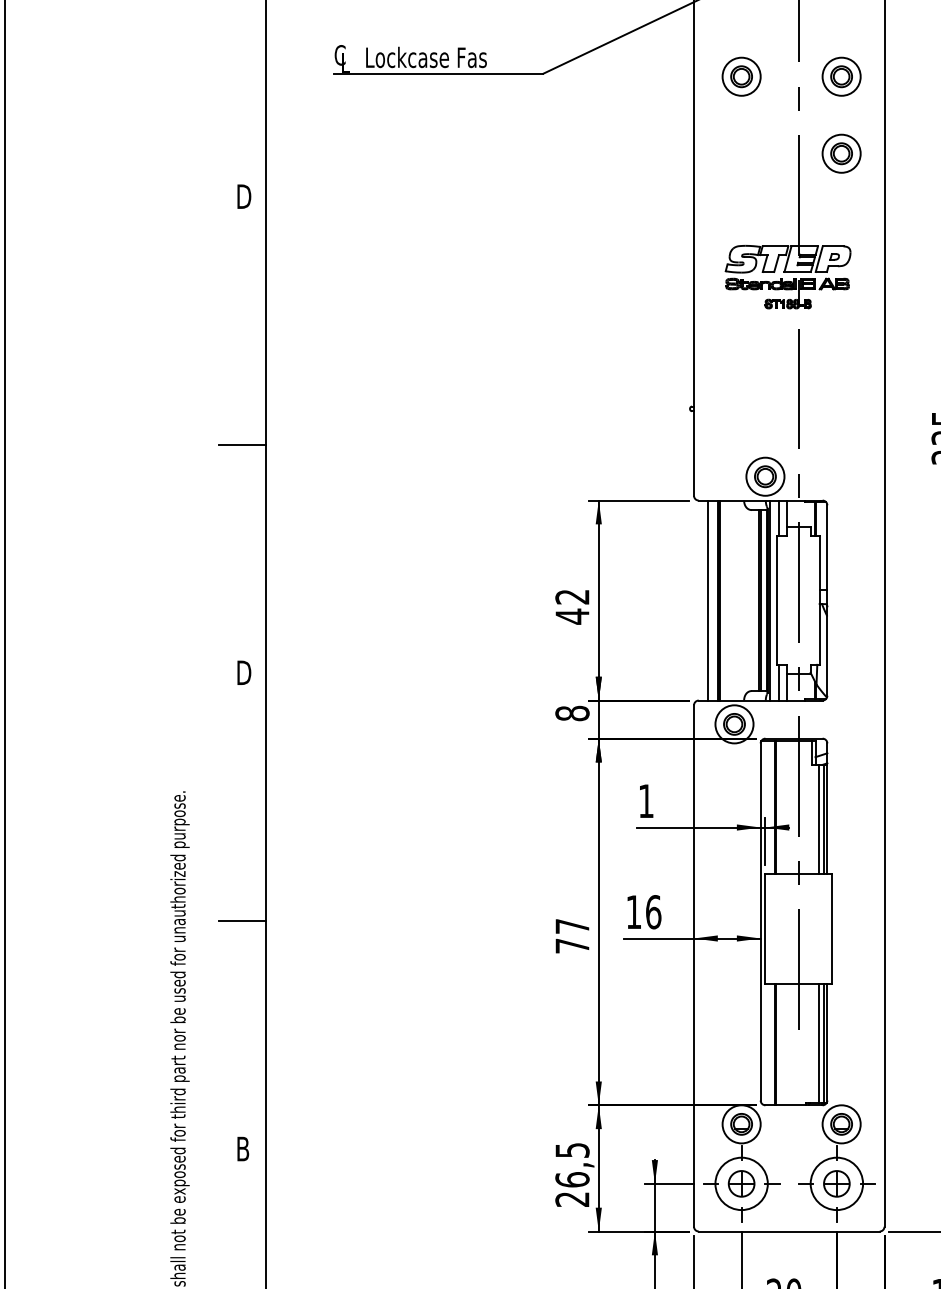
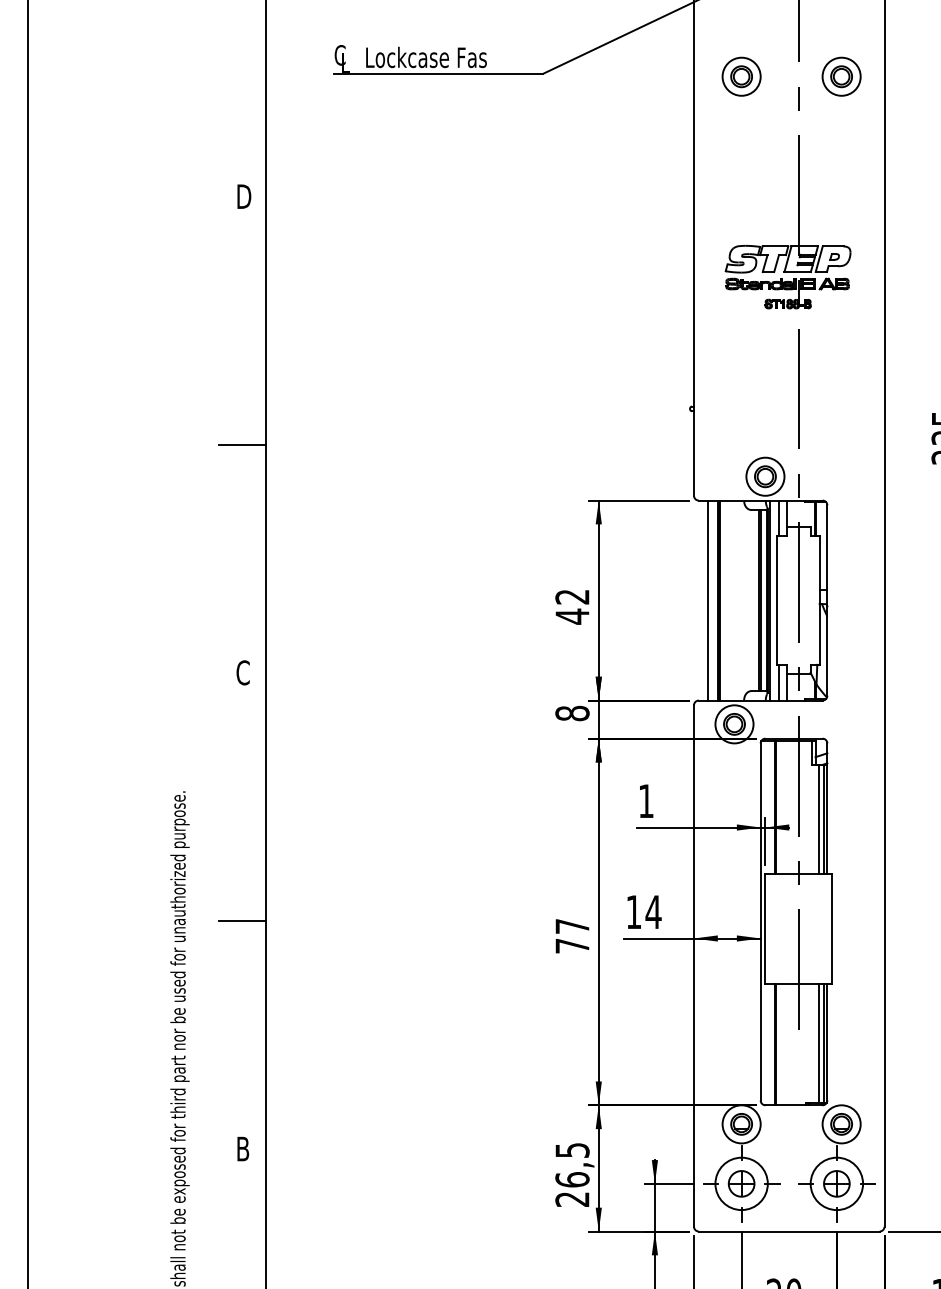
part at (841, 153): present -> none
line at (5, 643) position: (5, 643) -> (28, 643)
text at (243, 672): D -> C
text at (653, 912): 16 -> 14
